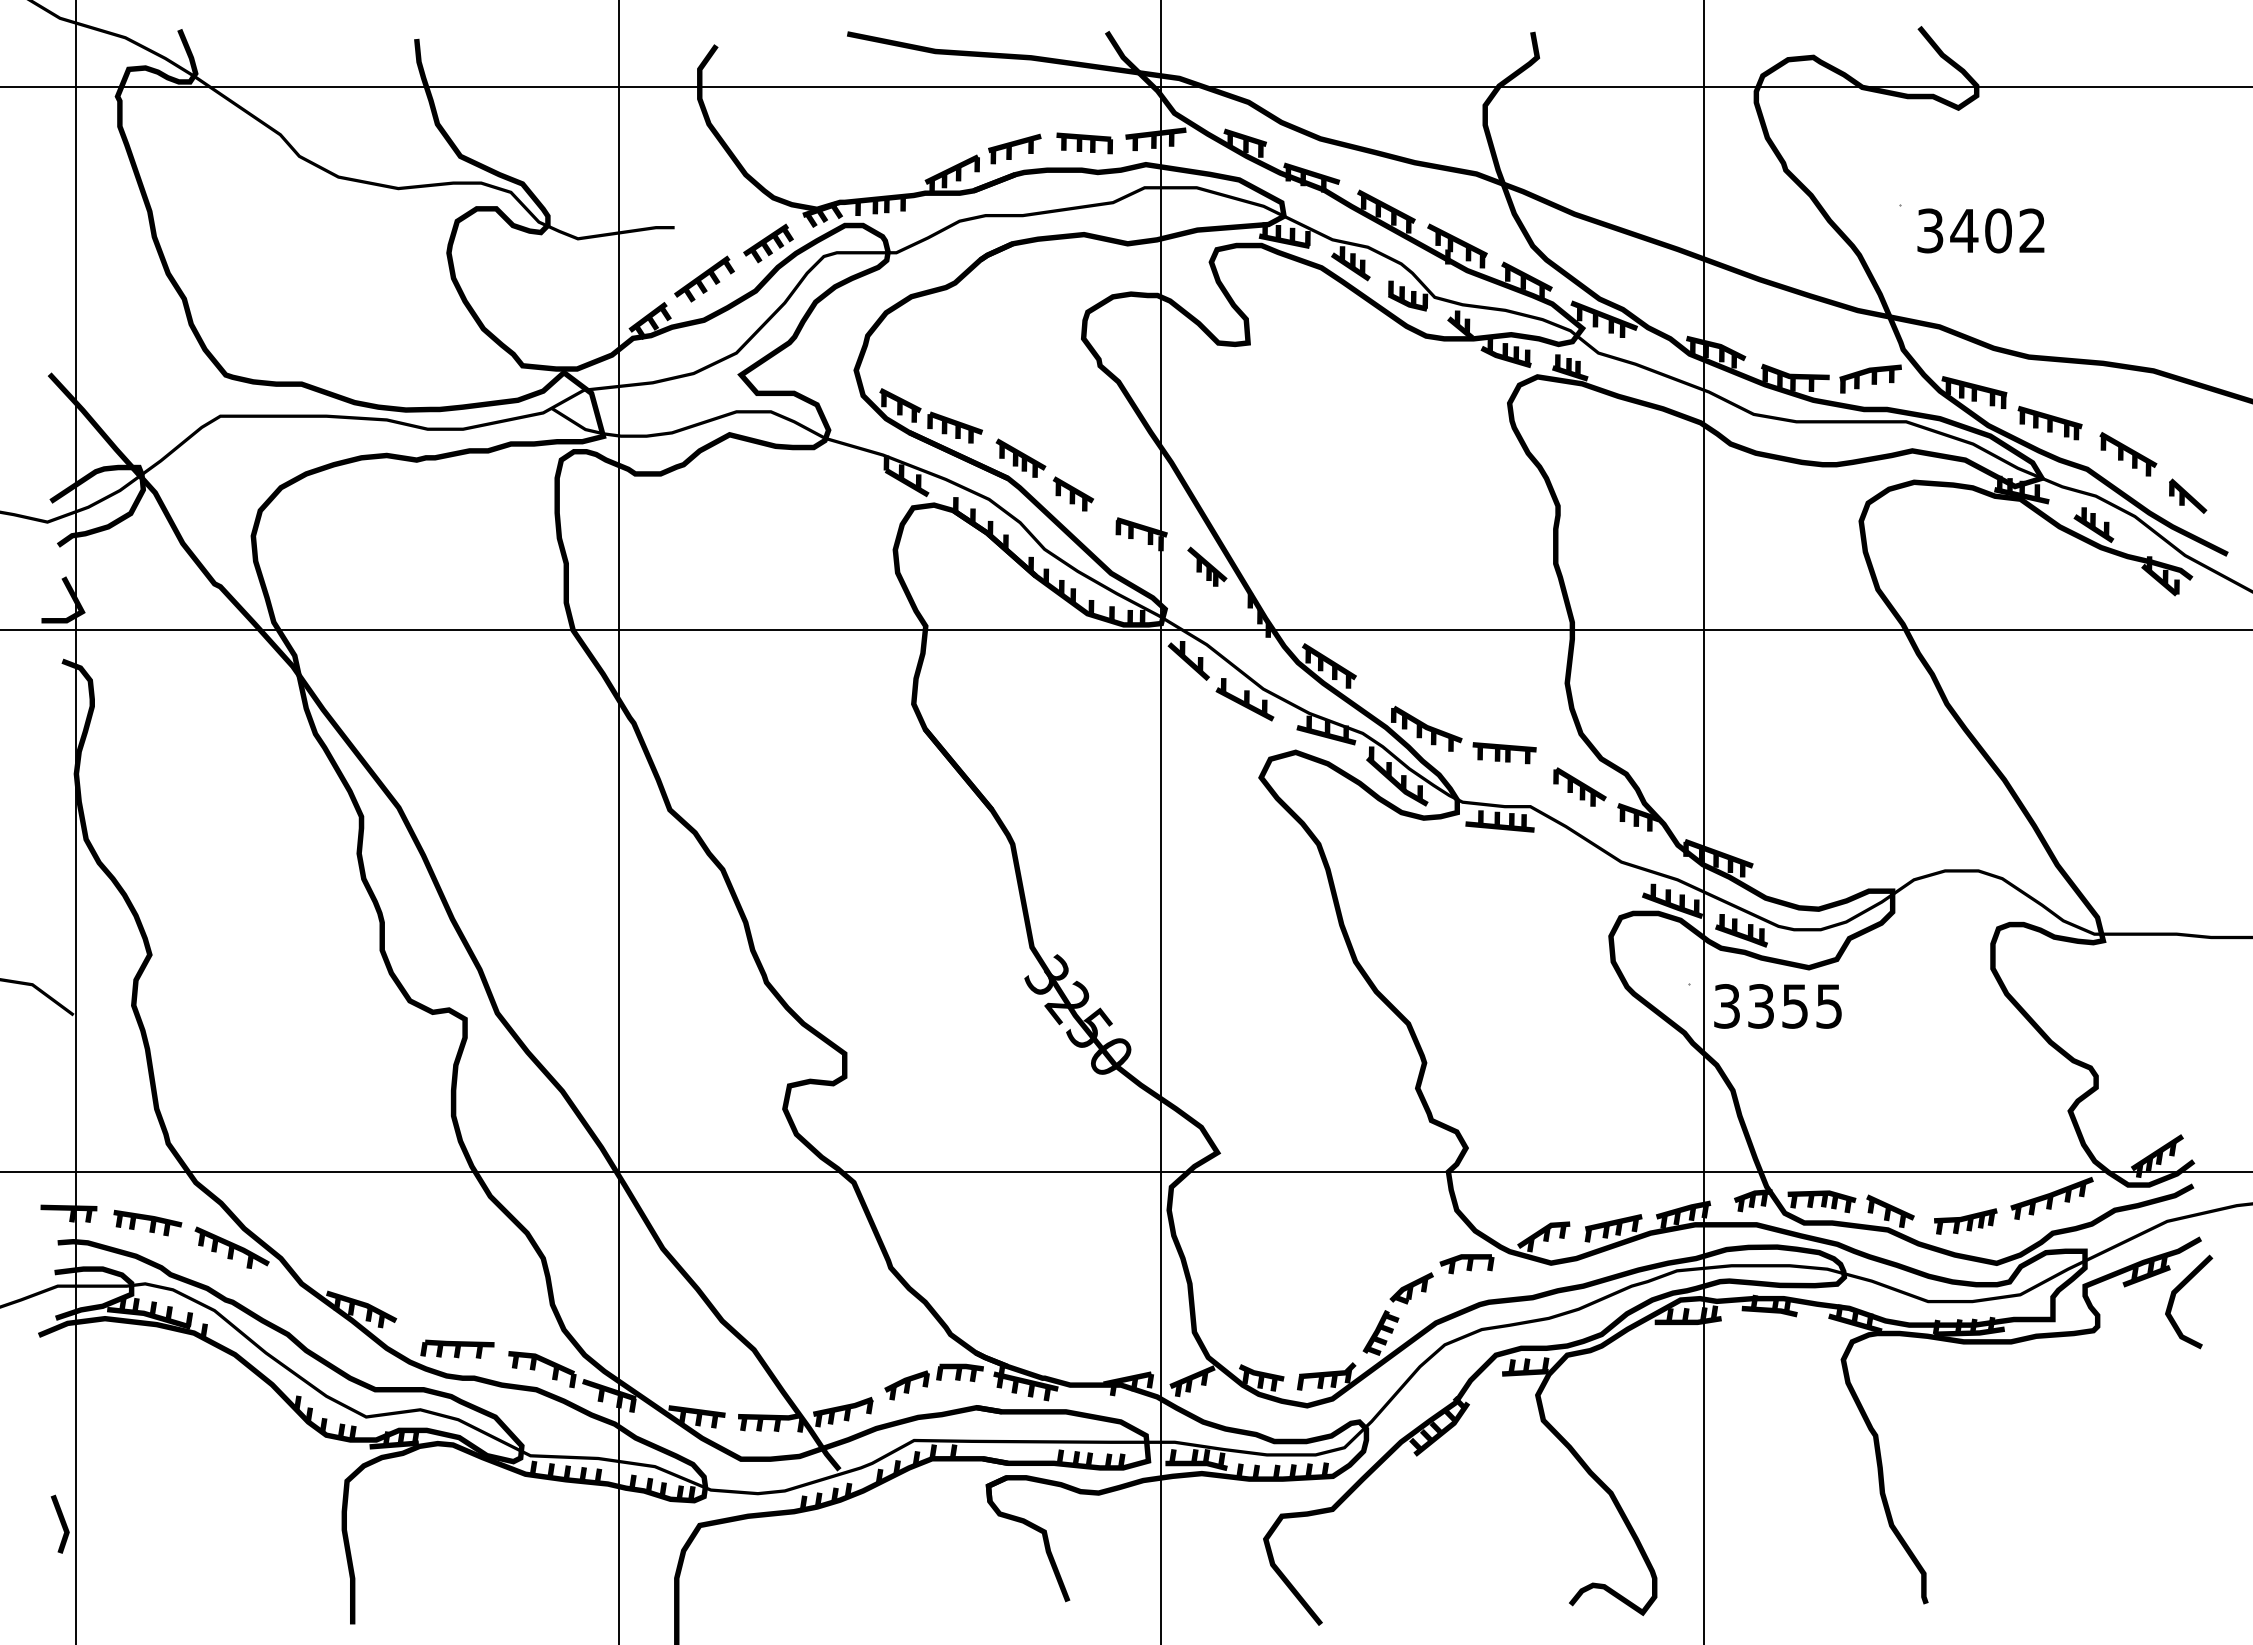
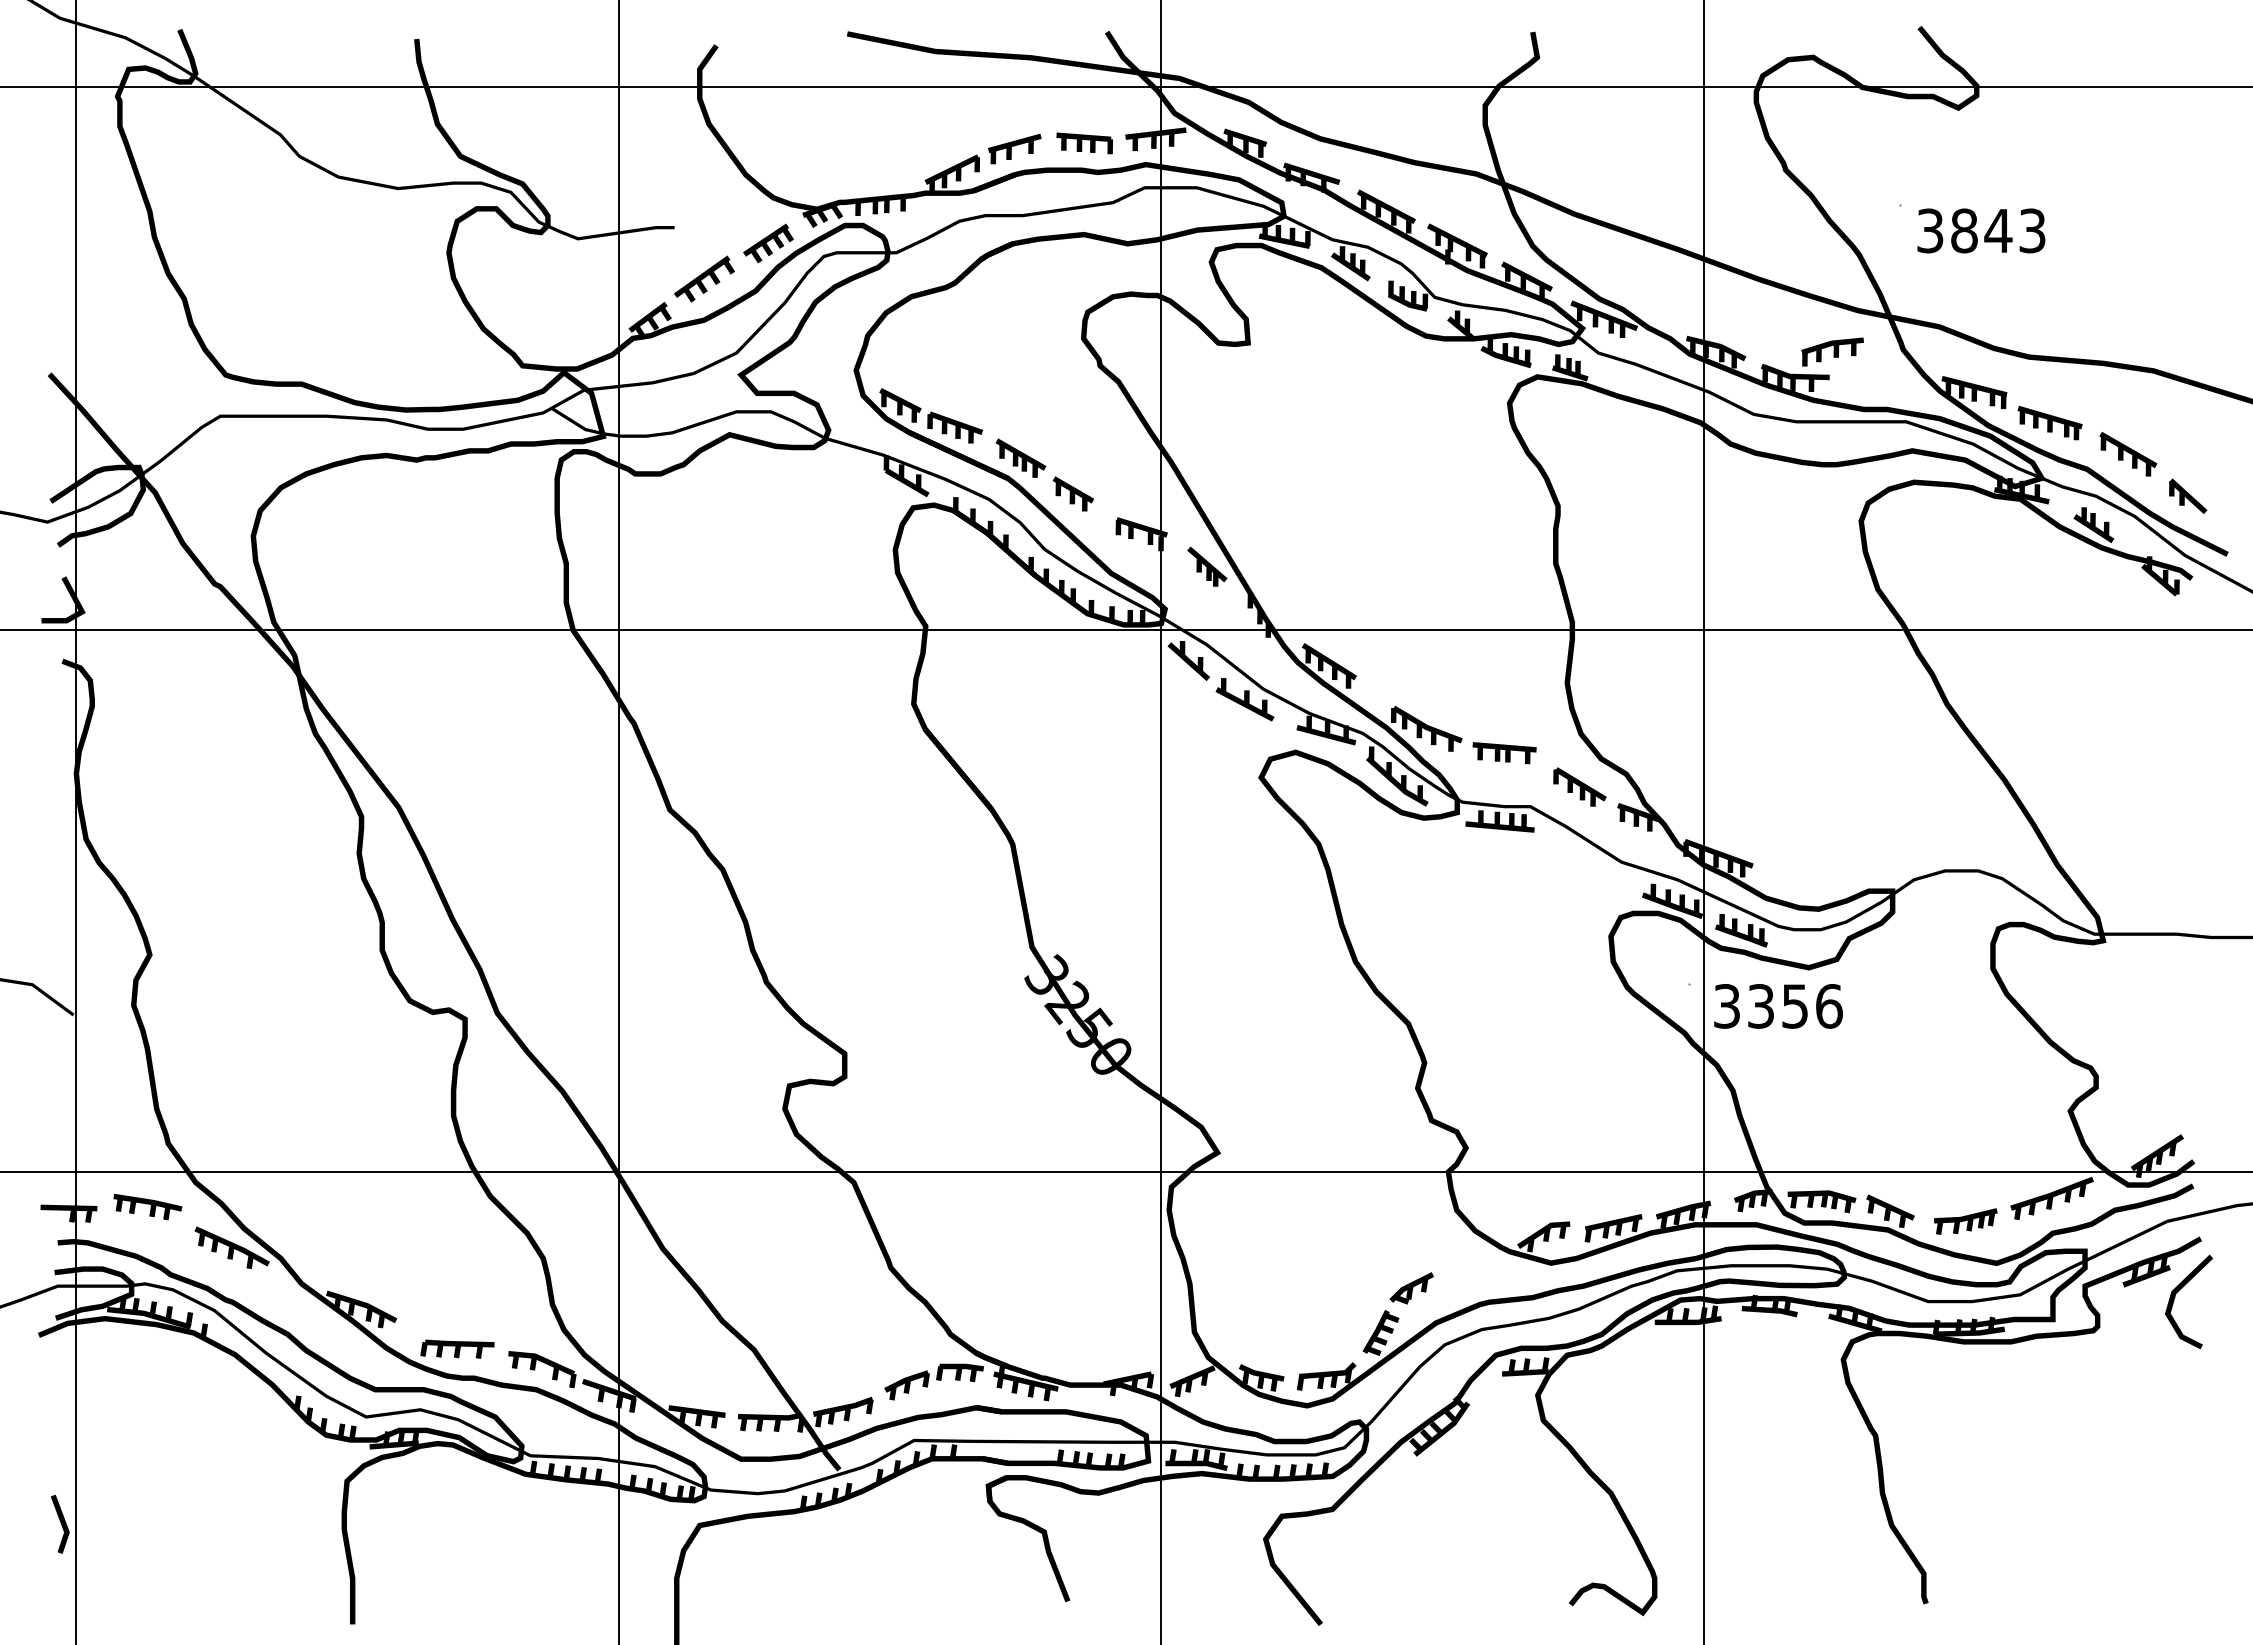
text at (1997, 230): 3402 -> 3843
part at (1870, 378) position: (1870, 378) -> (1832, 351)
text at (1829, 1006): 3355 -> 3356
part at (147, 1222) position: (147, 1222) -> (147, 1206)
part at (1466, 1264): present -> none
